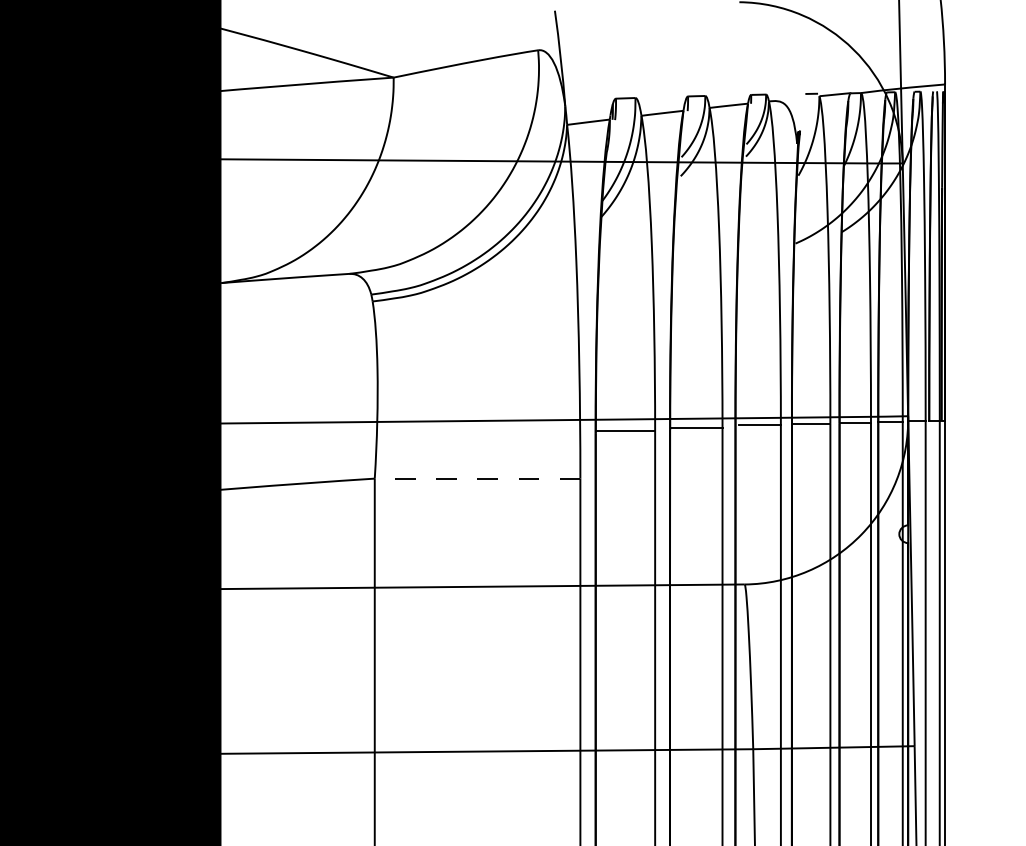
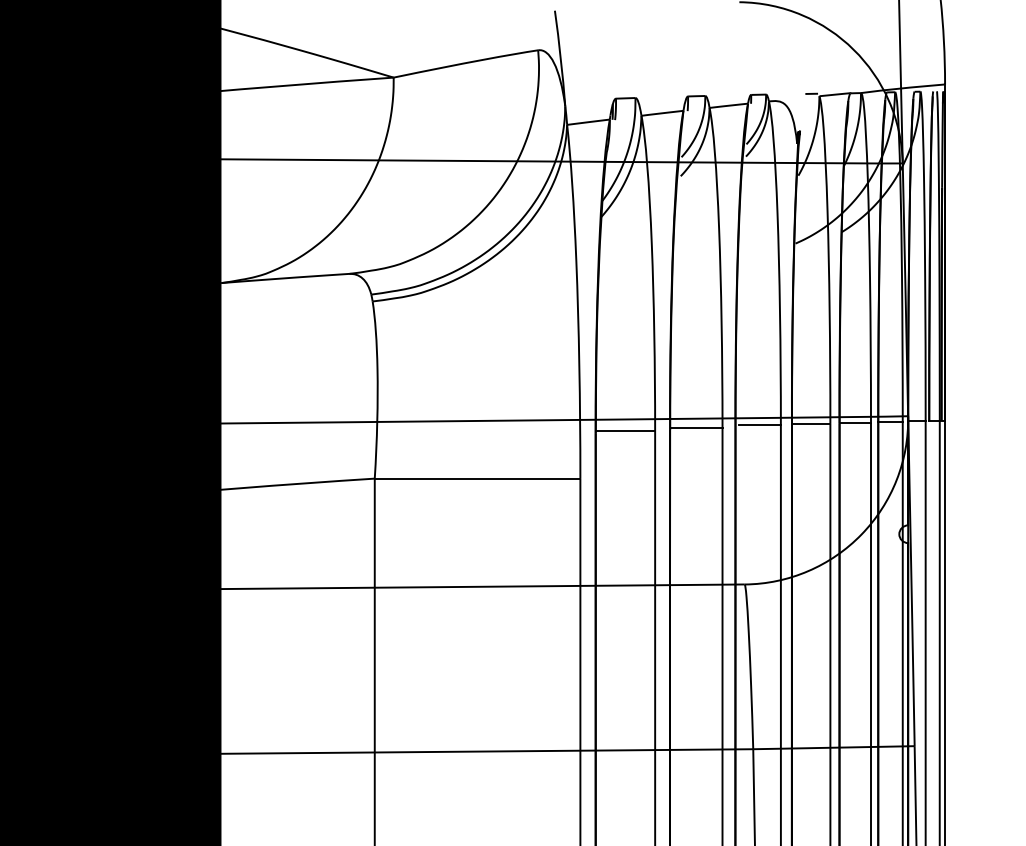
line at (477, 478): dashed -> solid
